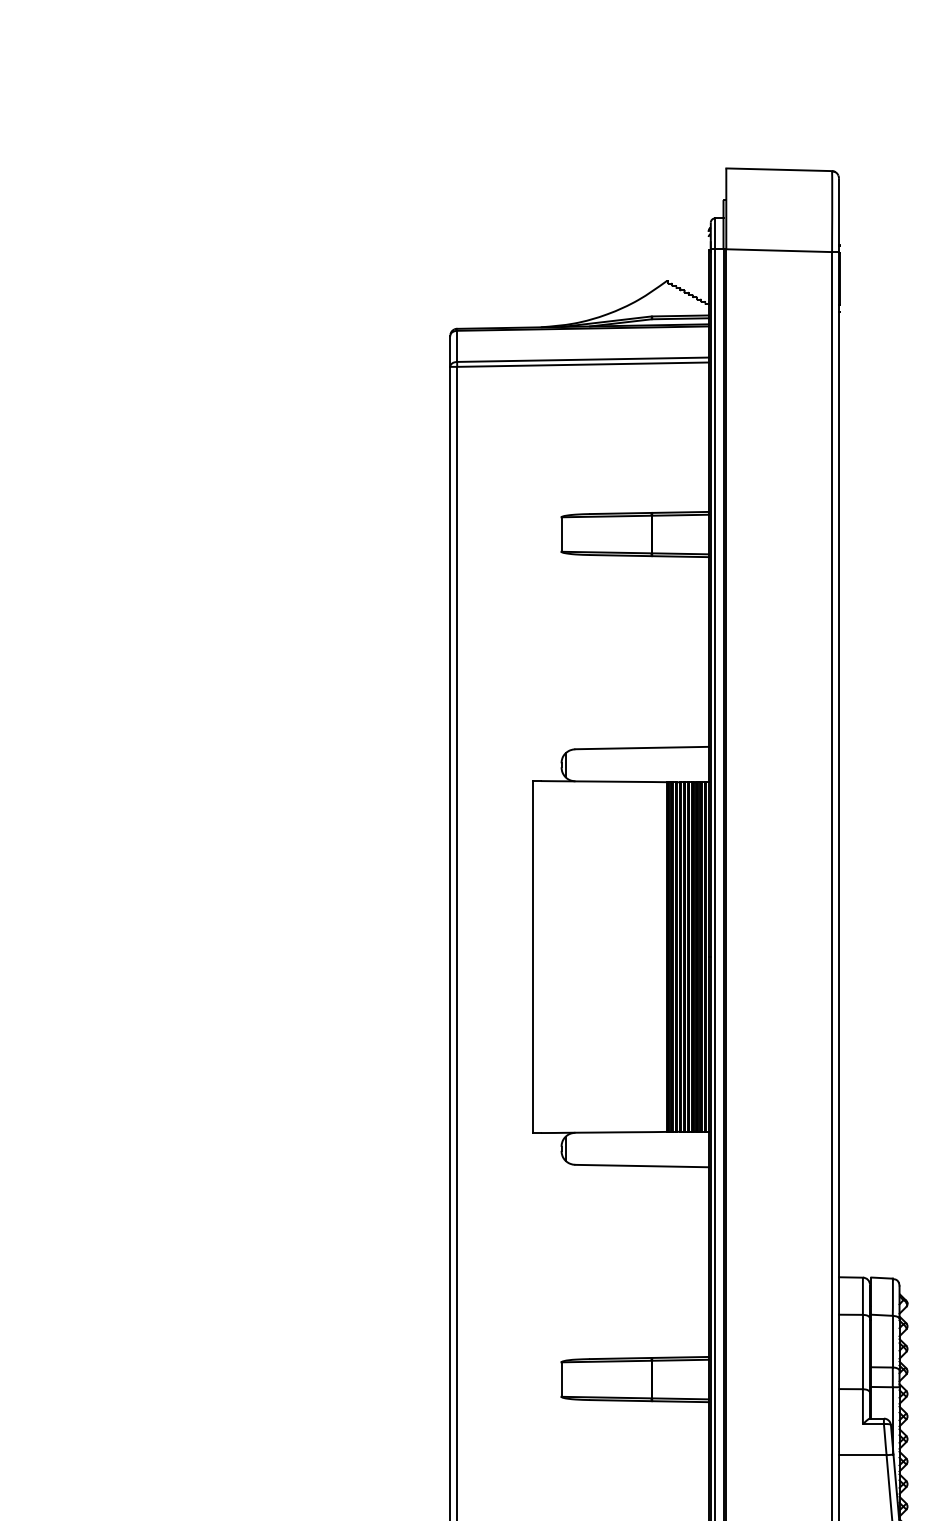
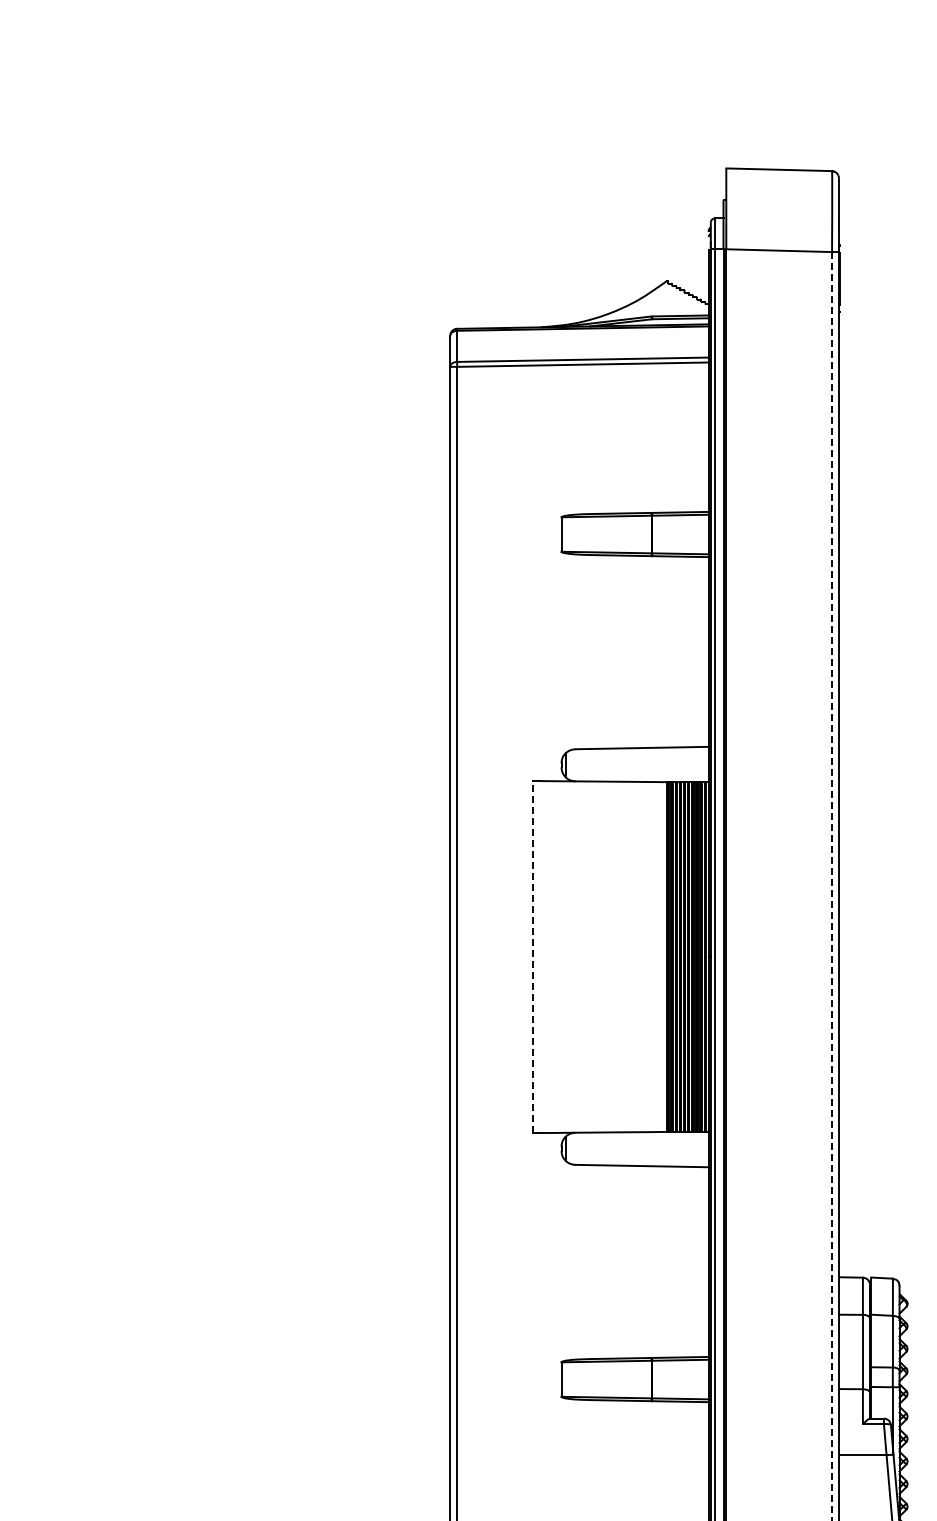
line at (832, 886): solid -> dashed
line at (533, 957): solid -> dashed
